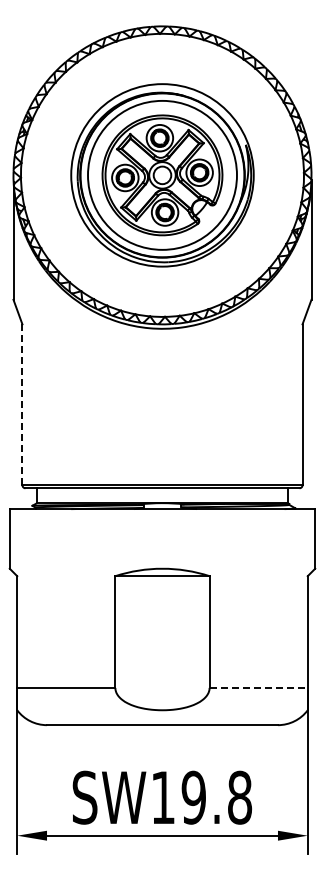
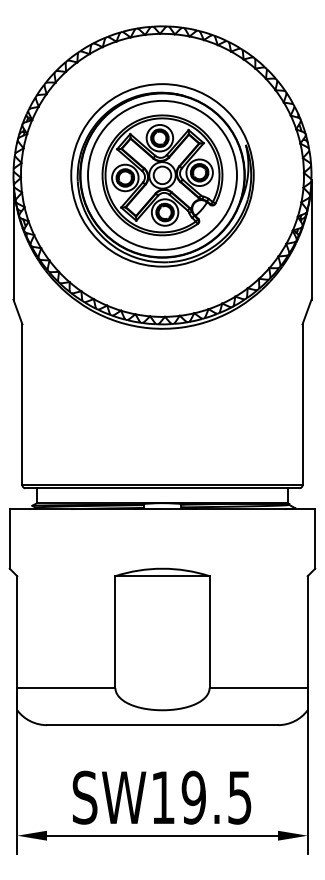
line at (22, 404): dashed -> solid
line at (259, 687): dashed -> solid
text at (240, 797): SW19.8 -> SW19.5
